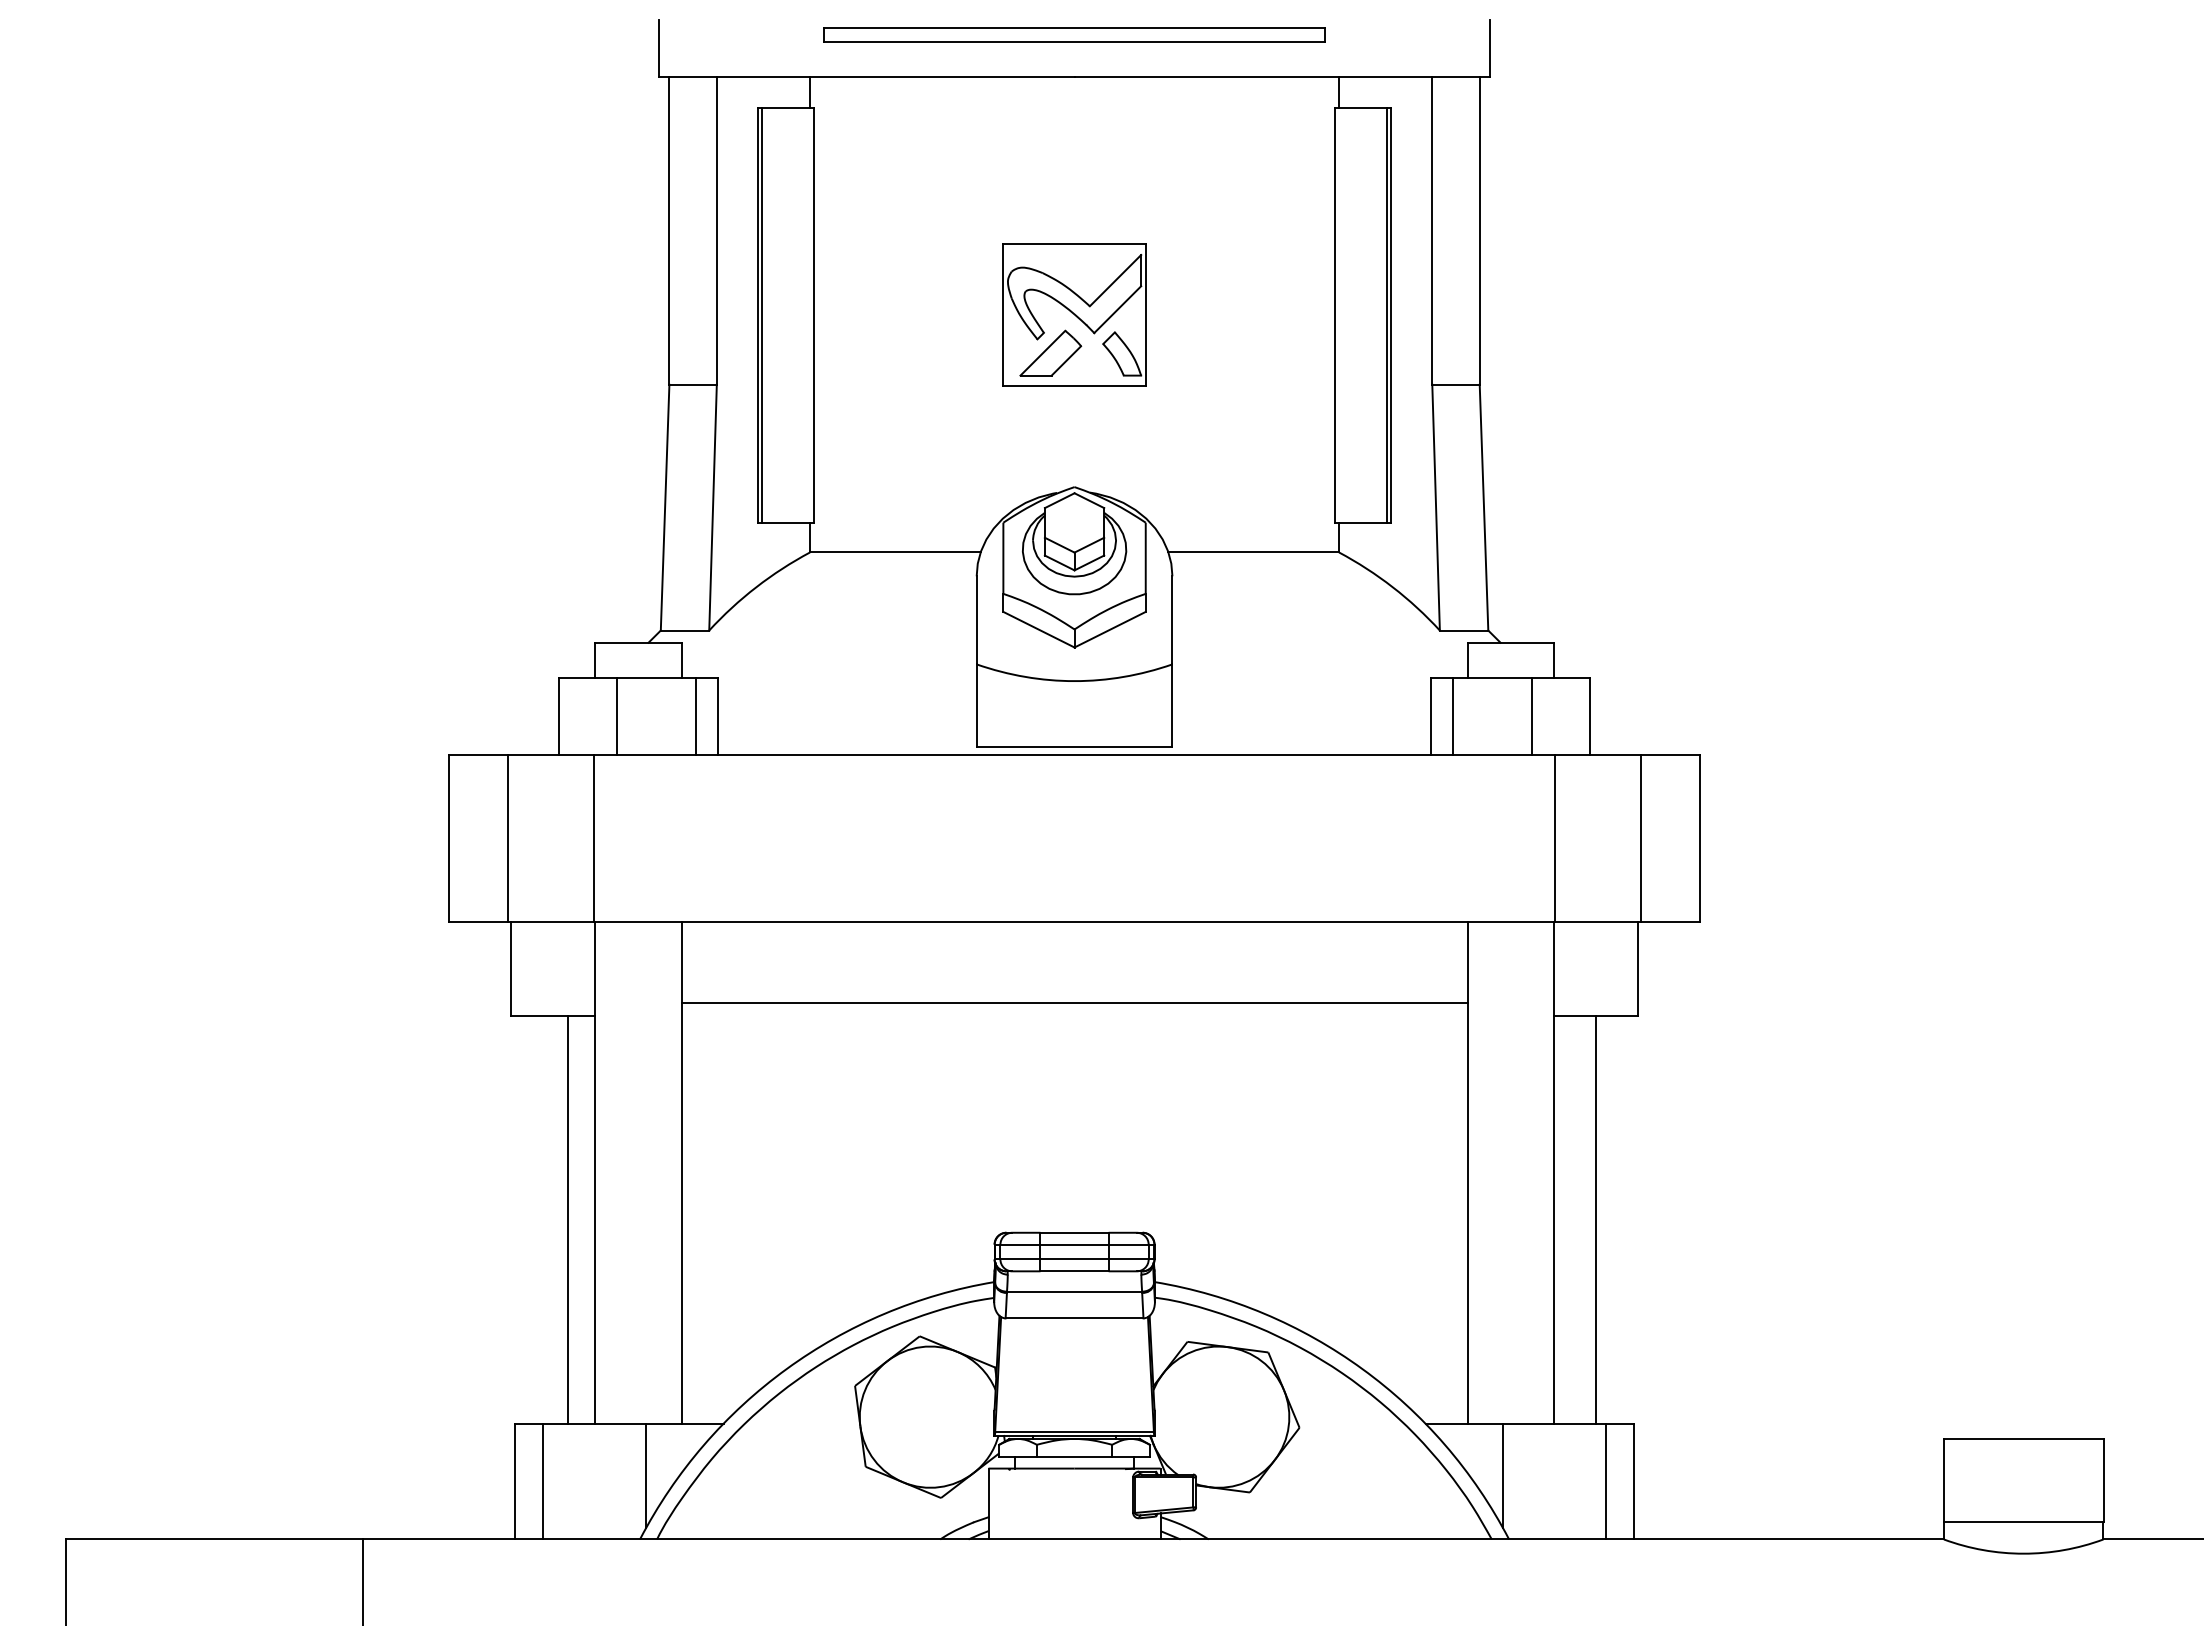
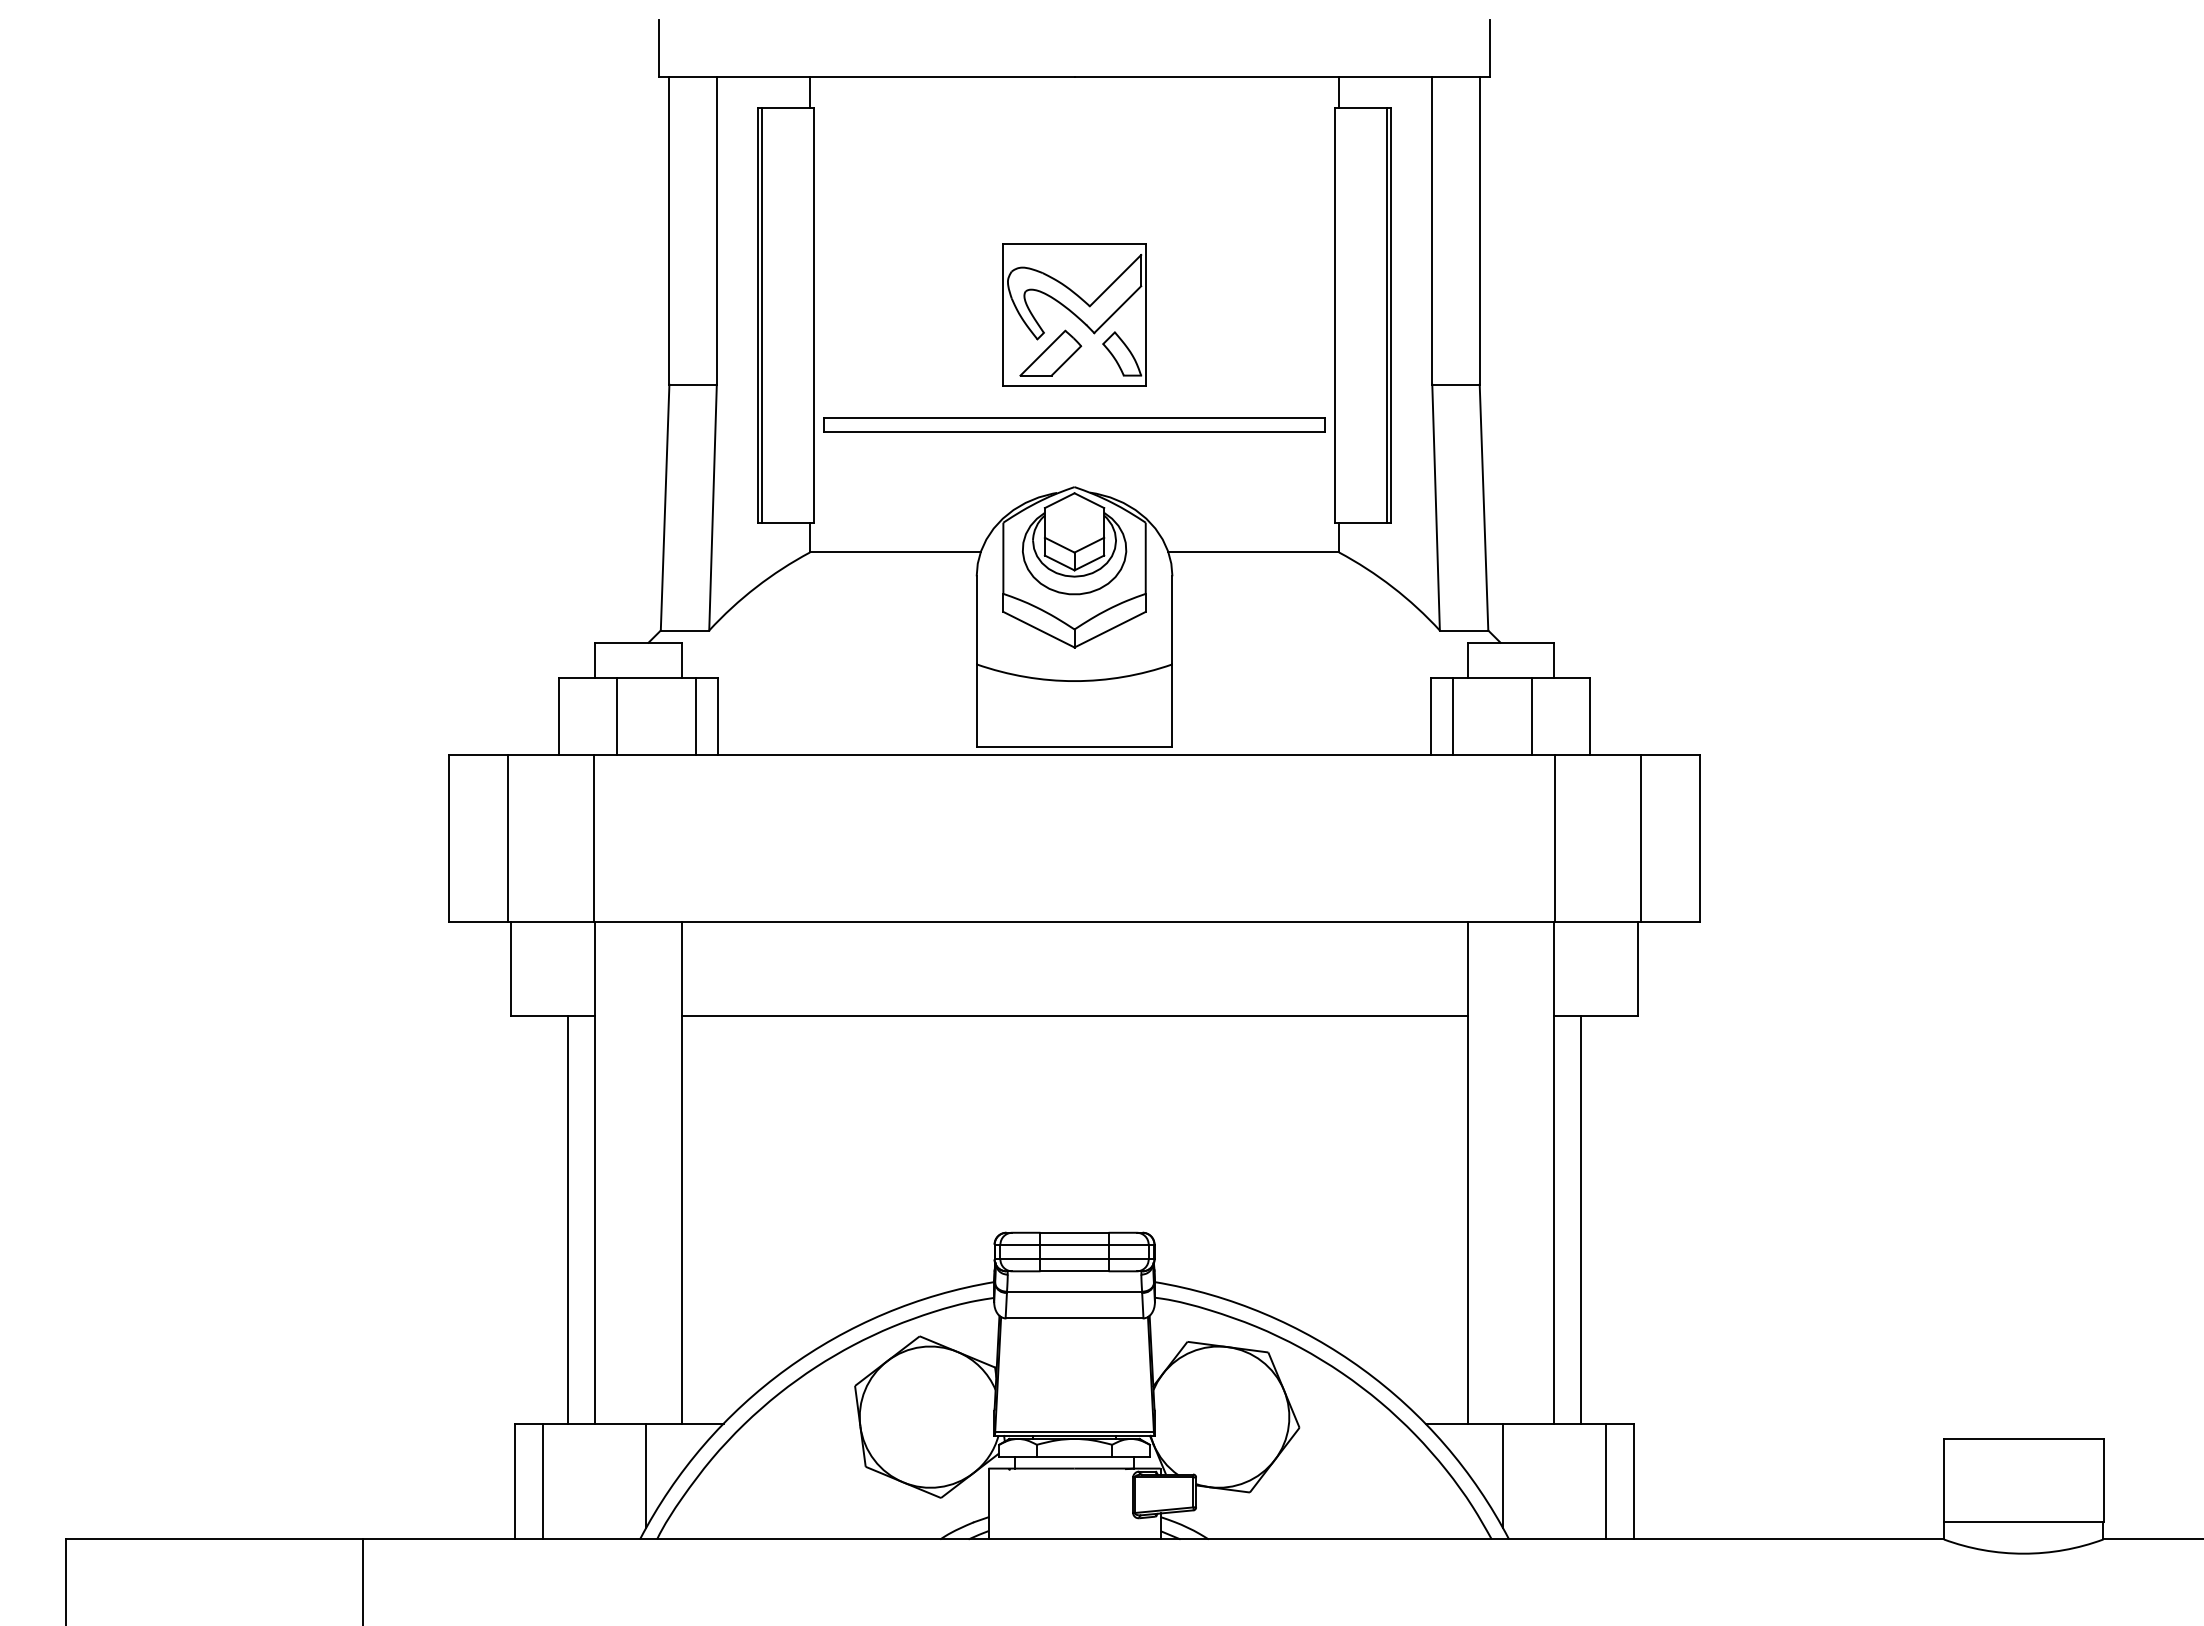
part at (1074, 34) position: (1074, 34) -> (1074, 424)
line at (1074, 1003) position: (1074, 1003) -> (1074, 1016)
line at (1595, 1220) position: (1595, 1220) -> (1580, 1220)
